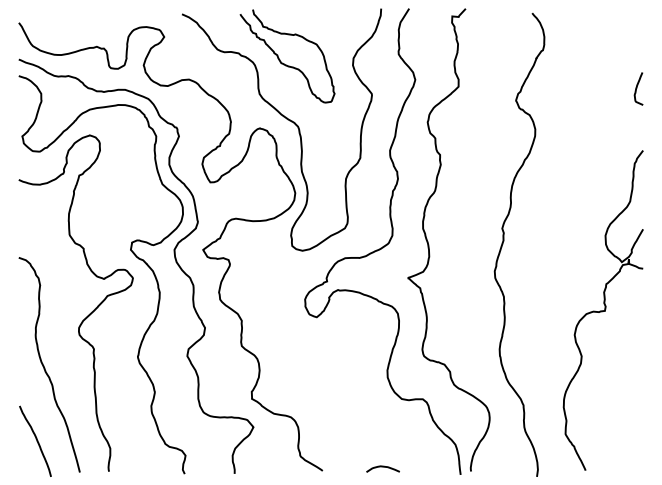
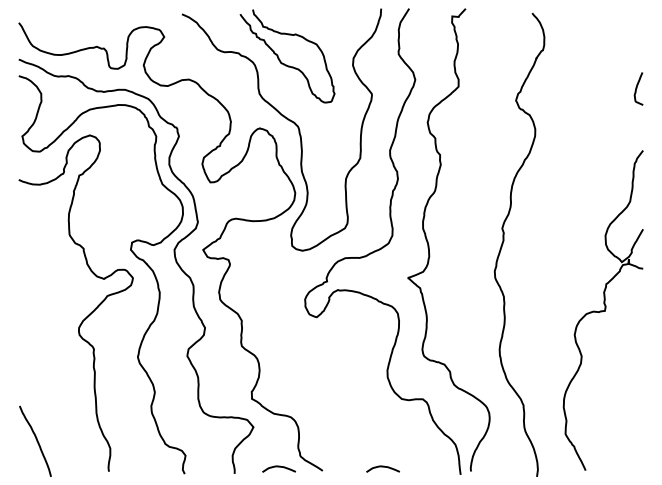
curve at (44, 365): present -> none
curve at (278, 467): none -> present
